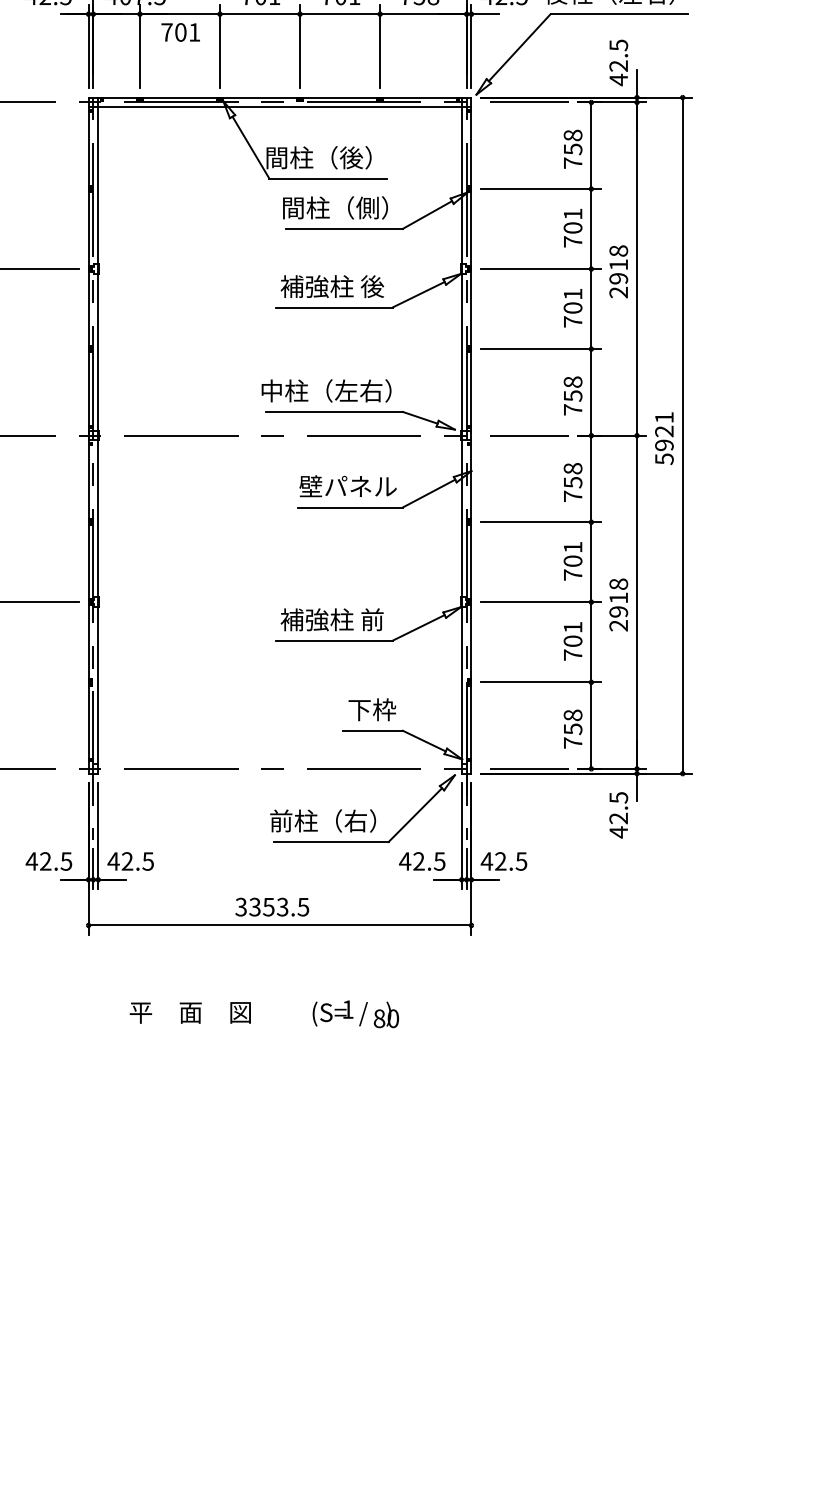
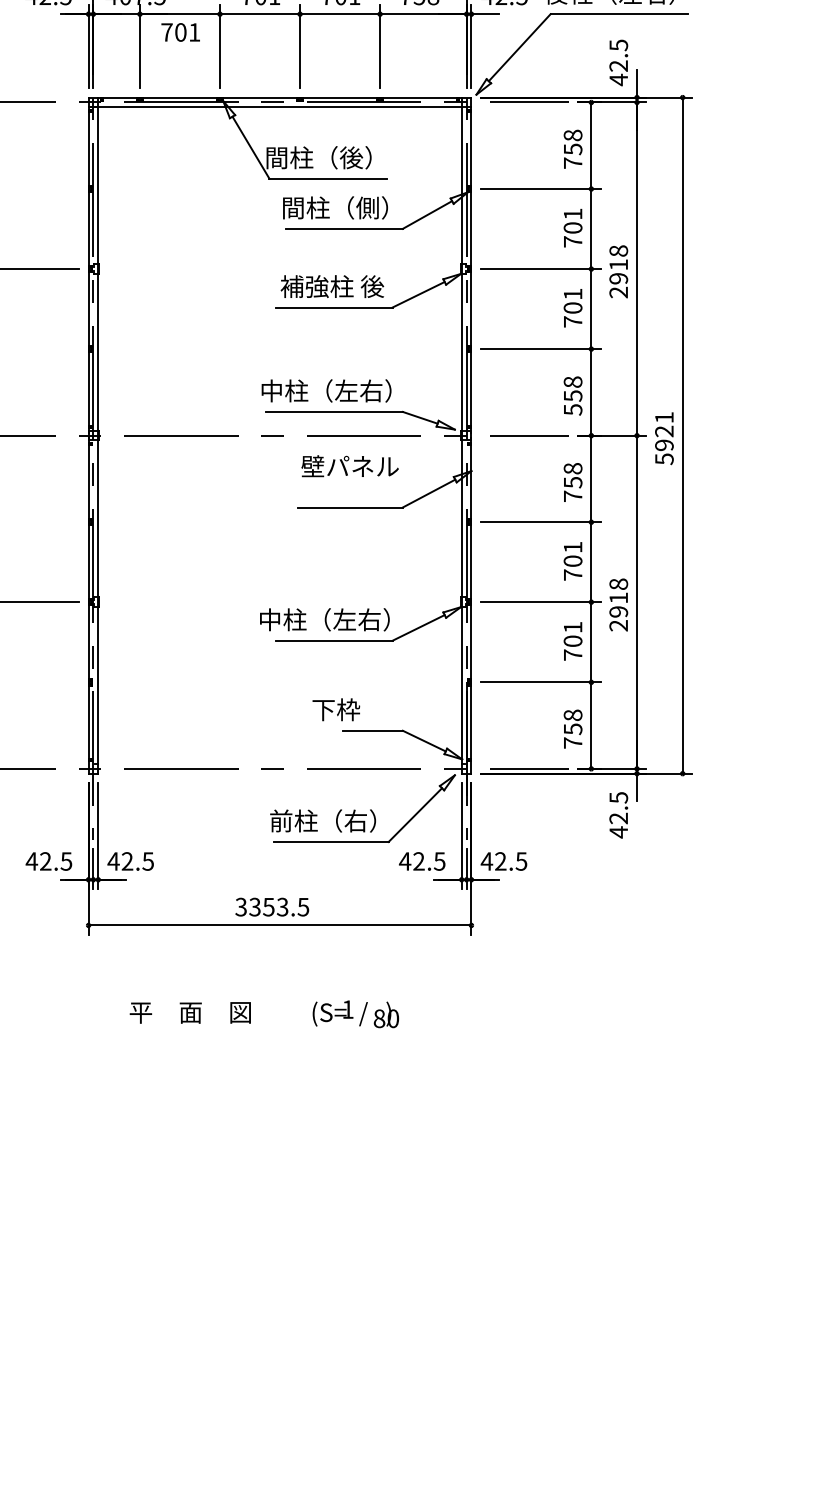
text at (573, 409): 758 -> 558
text at (347, 486) position: (347, 486) -> (349, 466)
text at (324, 619): 補強柱 前 -> 中柱（左右）
text at (372, 709) position: (372, 709) -> (336, 709)
